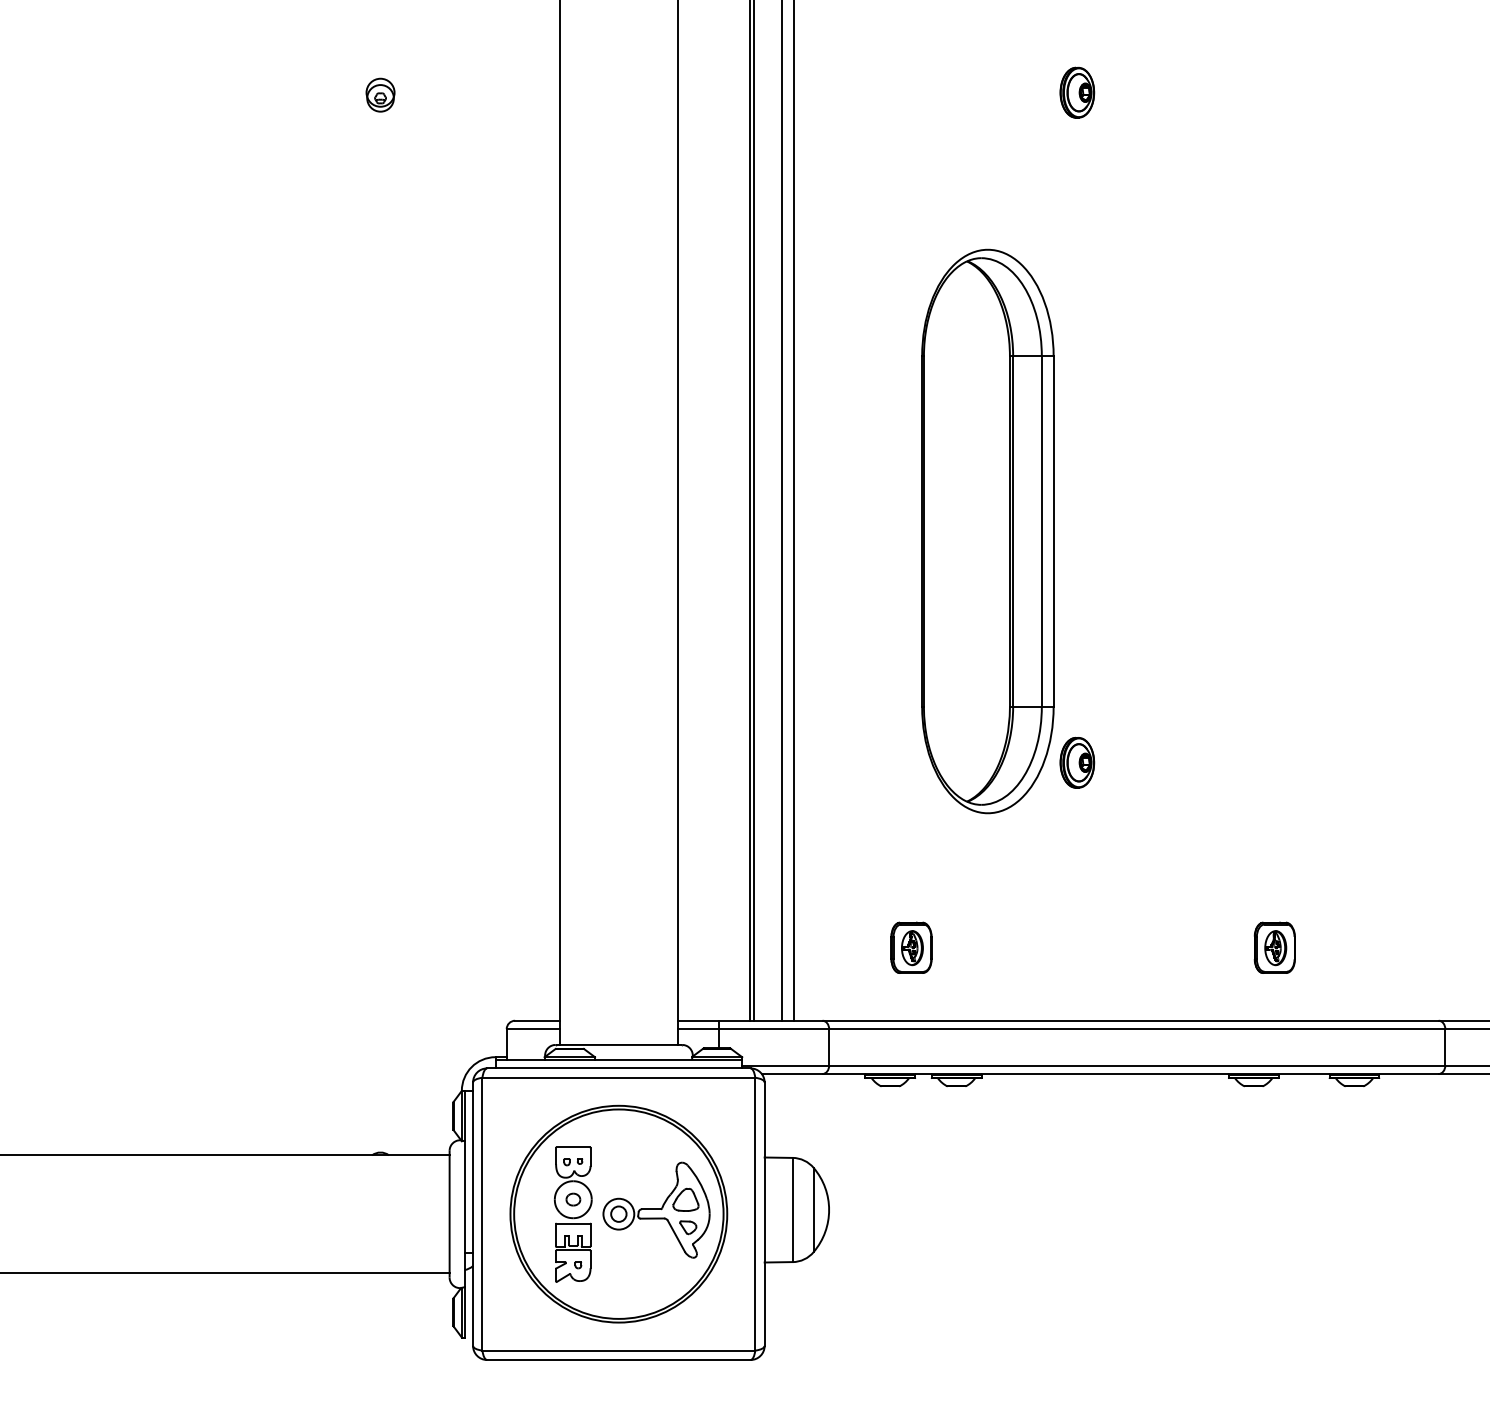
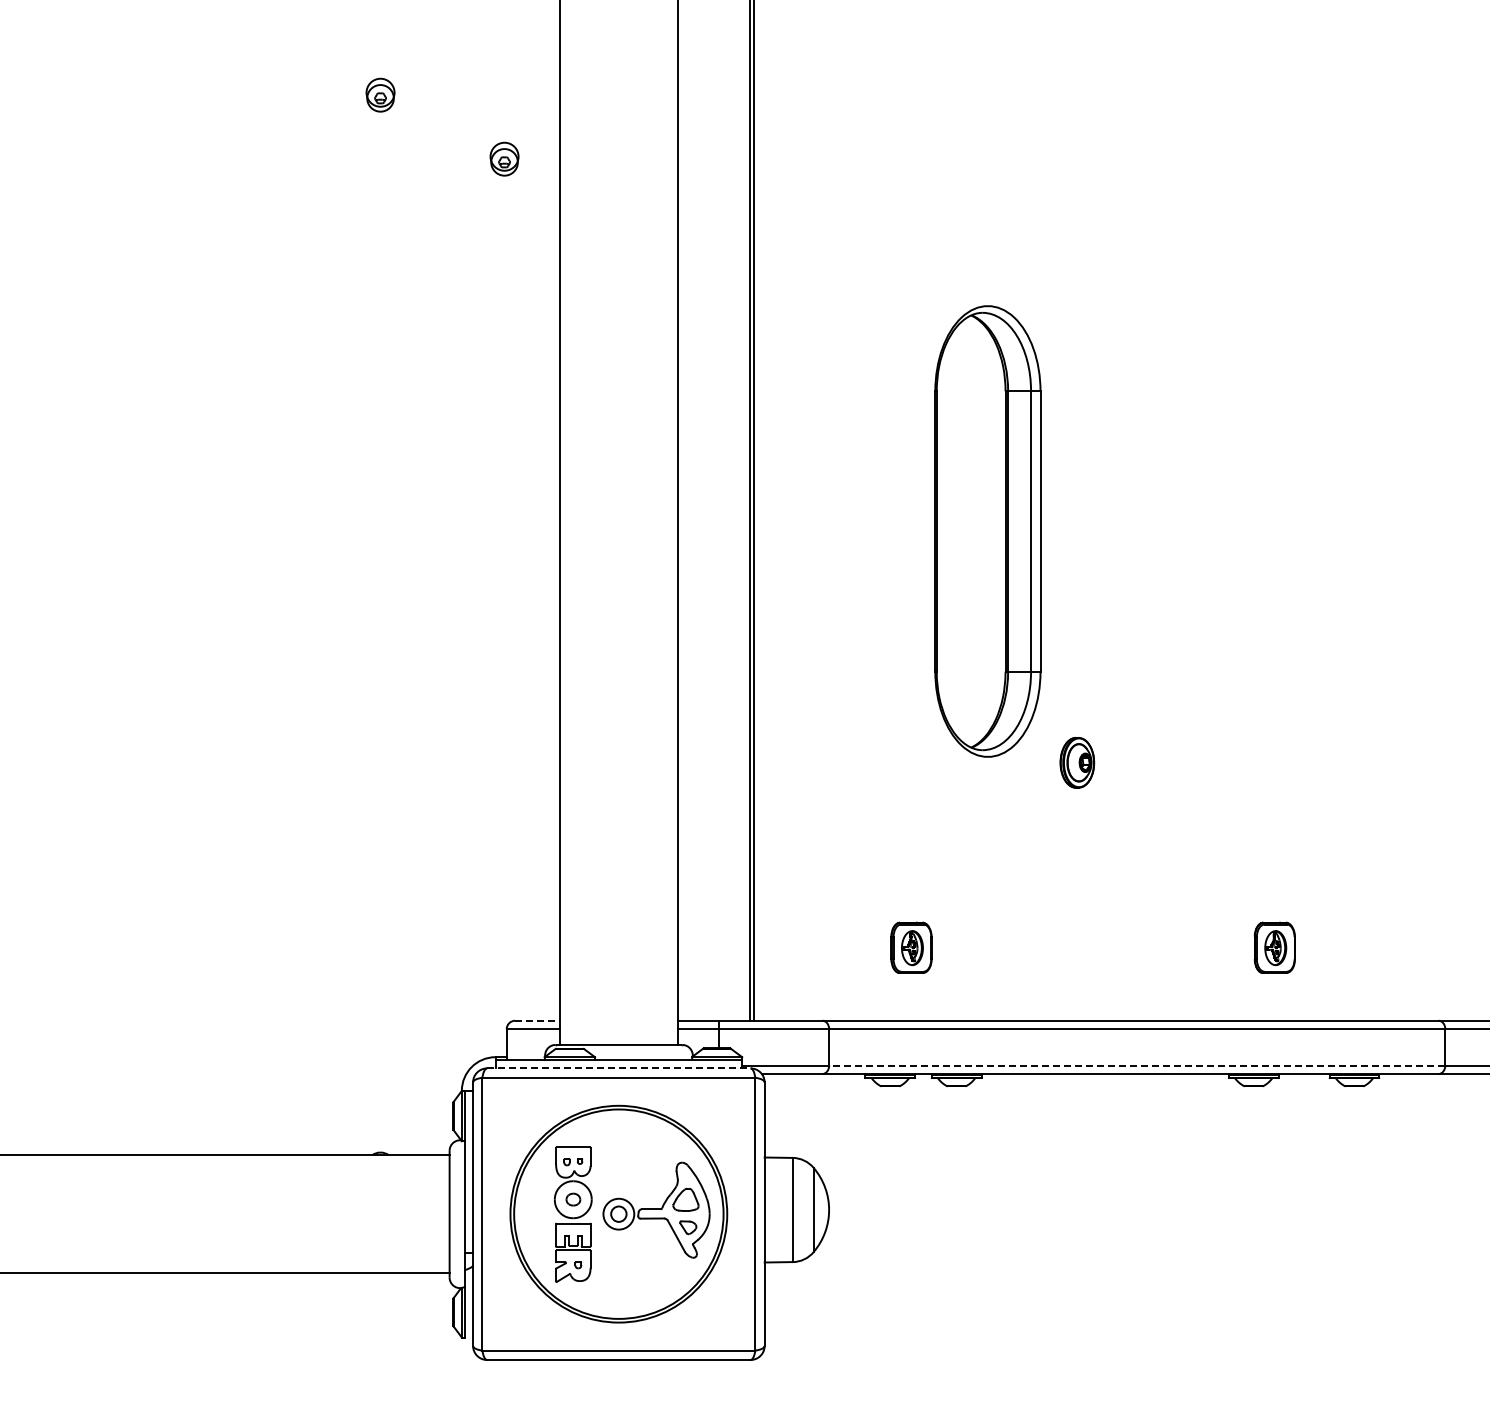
part at (1077, 92): present -> none
part at (504, 158): none -> present
line at (782, 511): present -> none
line at (794, 511): present -> none
part at (987, 531) size: 134x567 px -> 108x453 px
line at (538, 1020): solid -> dashed
line at (1136, 1065): solid -> dashed
line at (618, 1068): solid -> dashed
